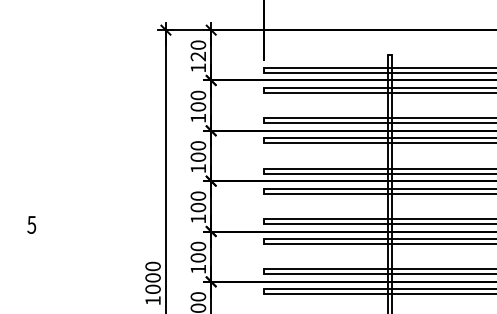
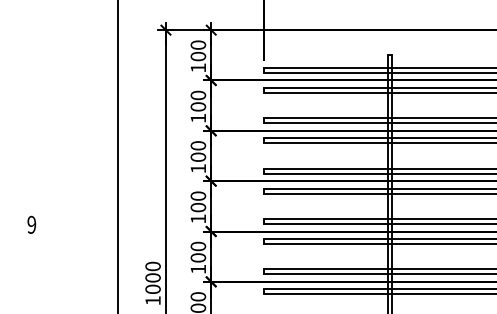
text at (198, 56): 120 -> 100
line at (118, 156): none -> present
text at (31, 224): 5 -> 9
